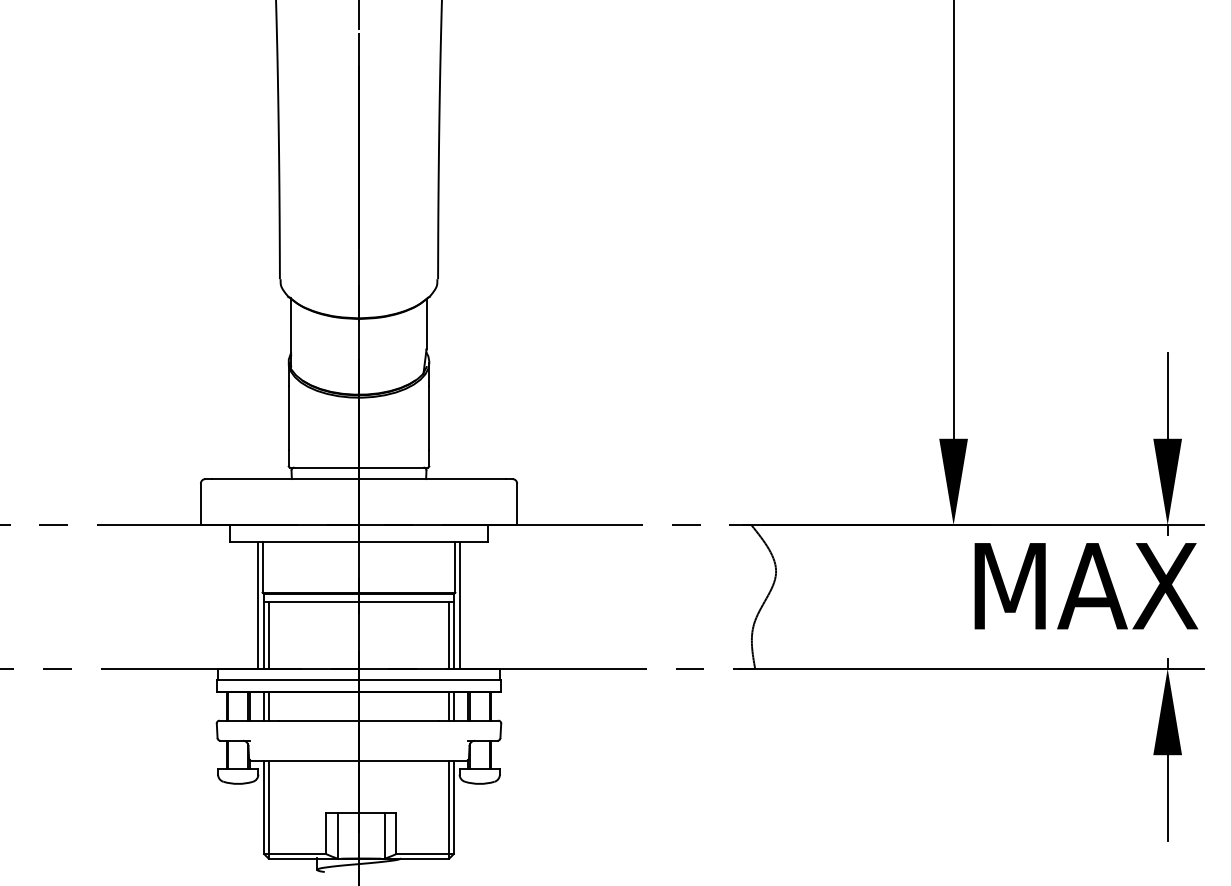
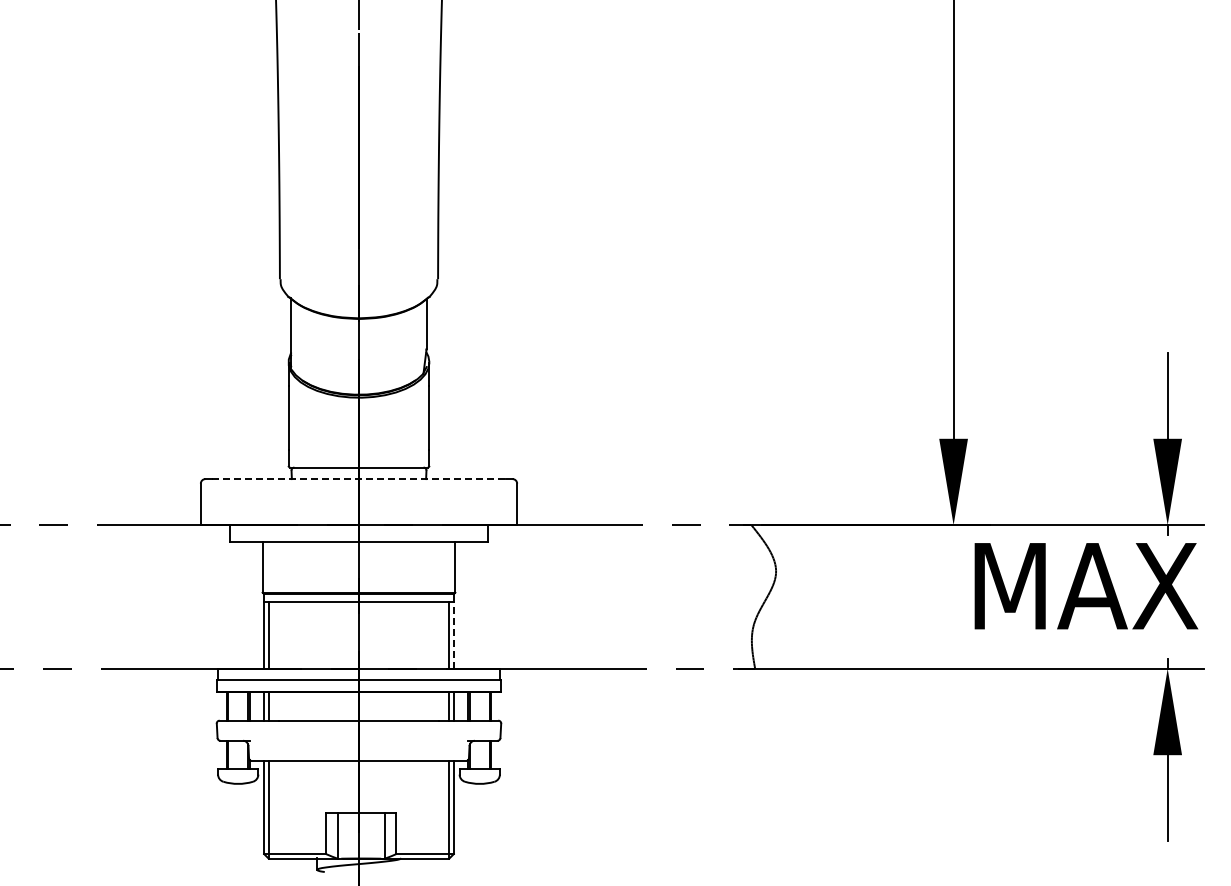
line at (359, 479): solid -> dashed
line at (258, 605): present -> none
line at (459, 605): present -> none
line at (453, 635): solid -> dashed
